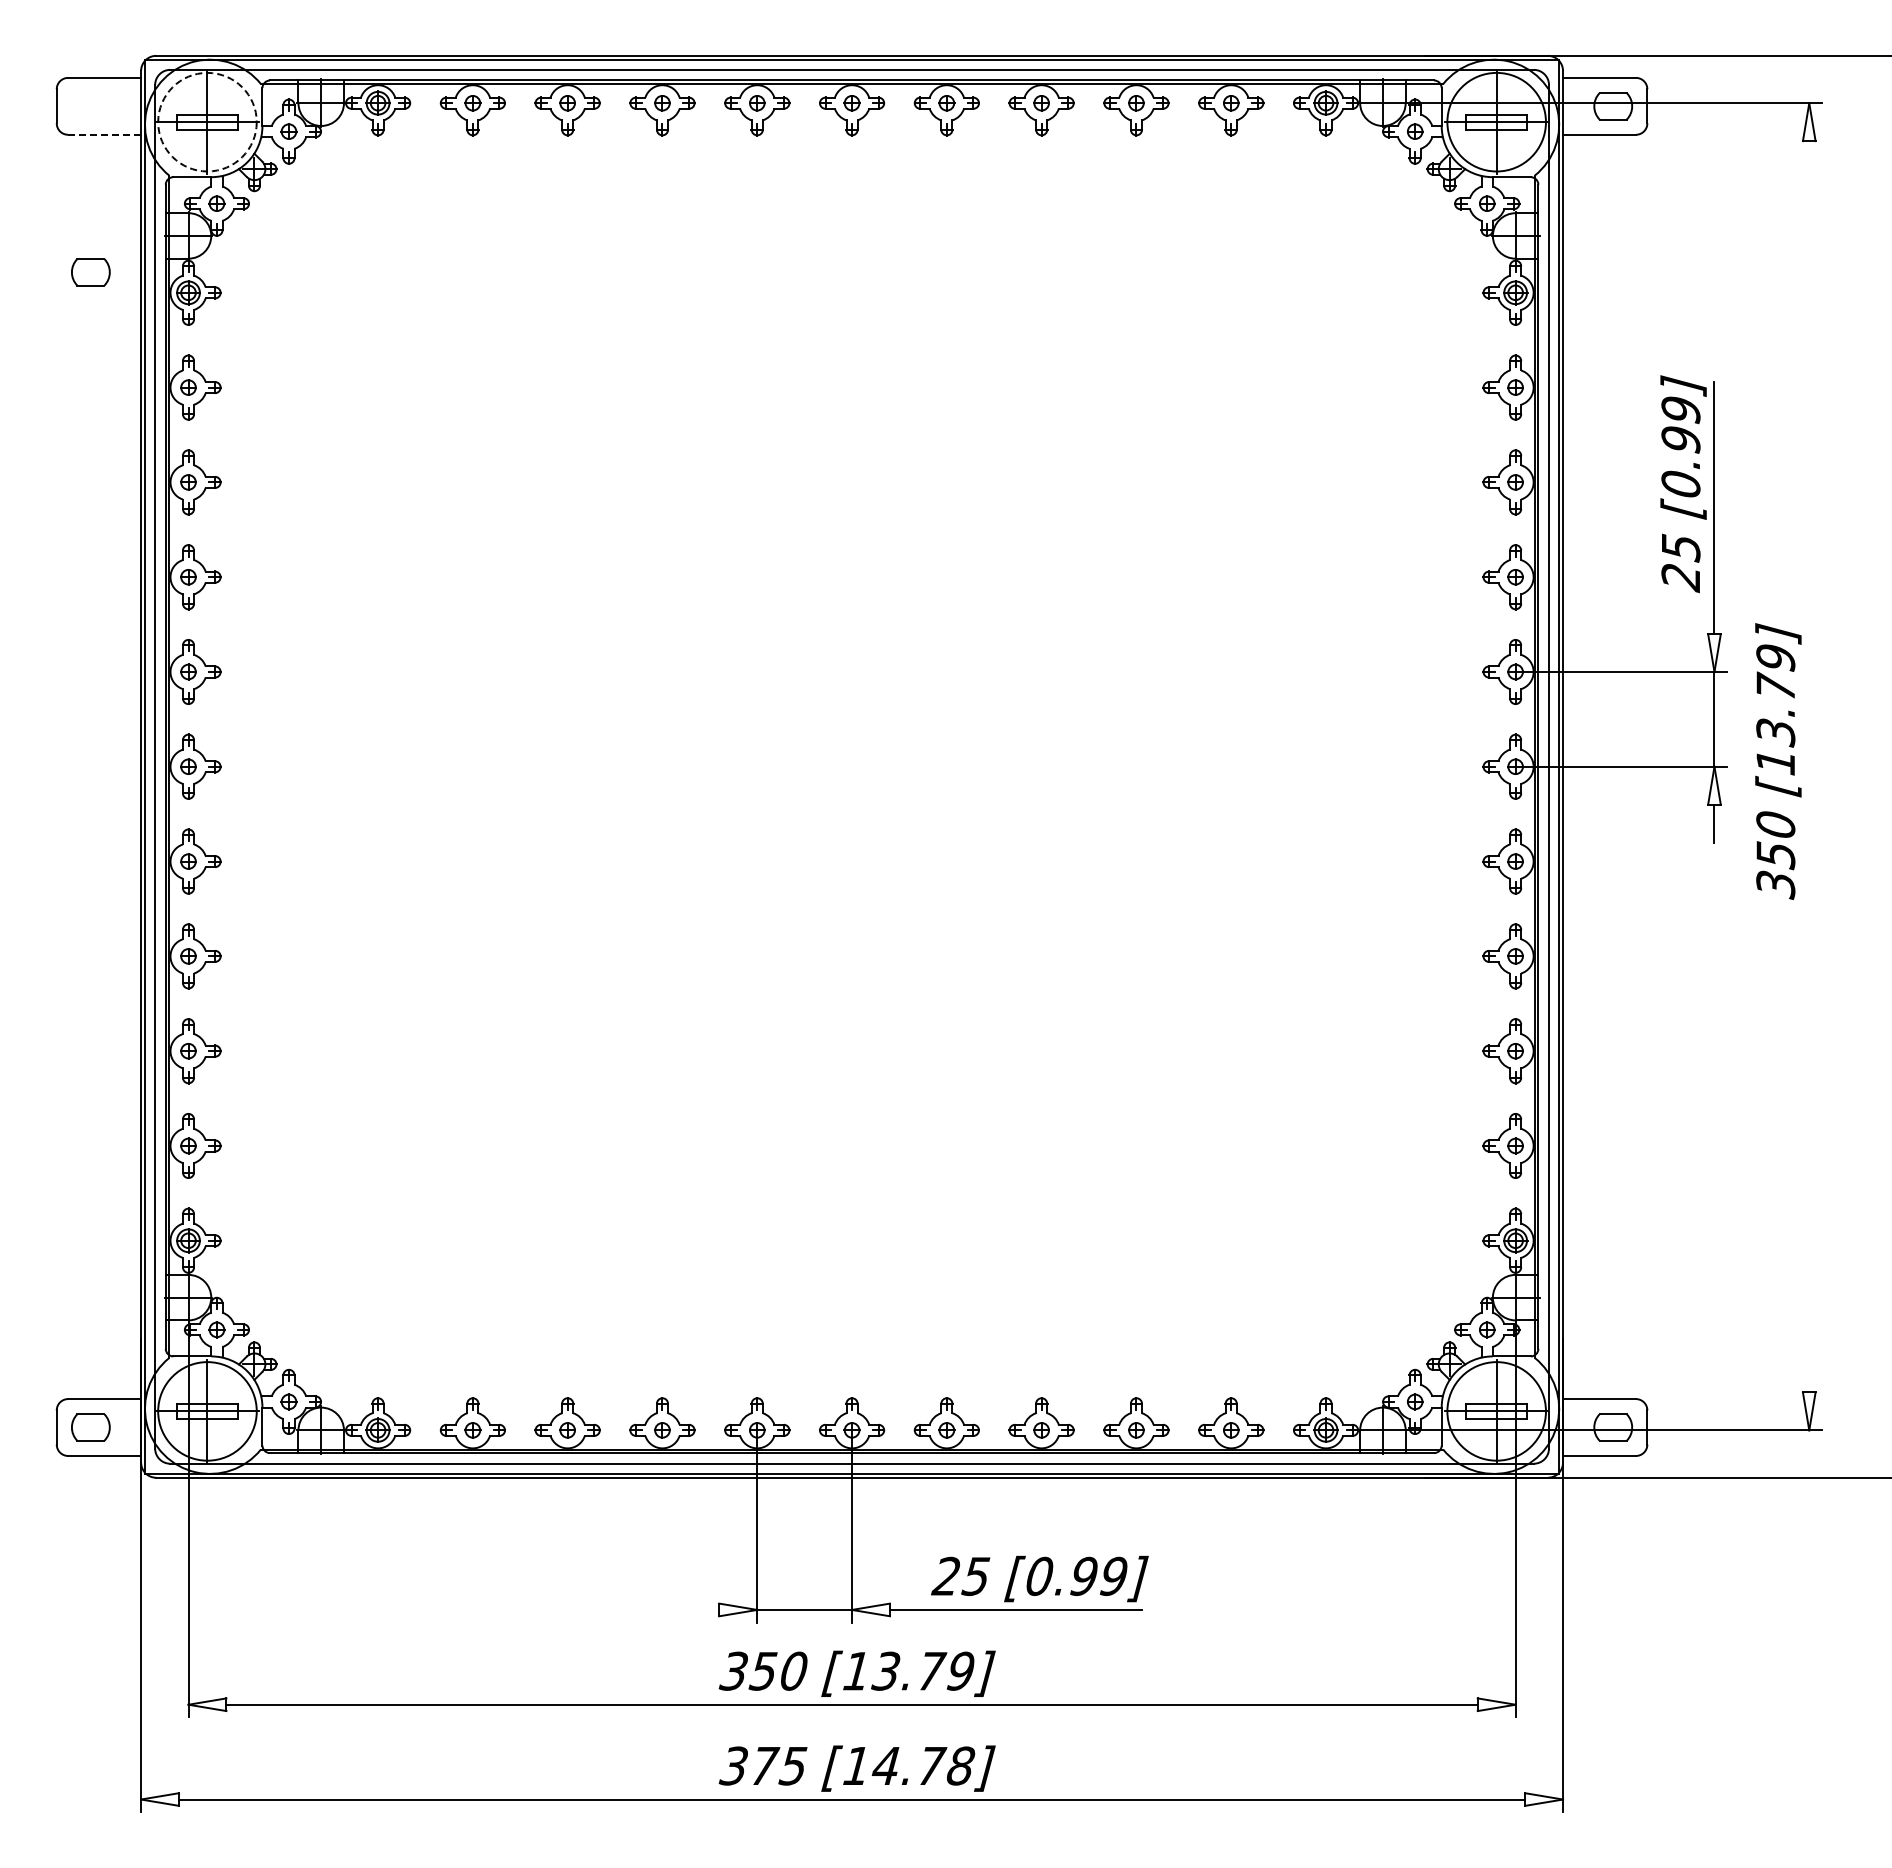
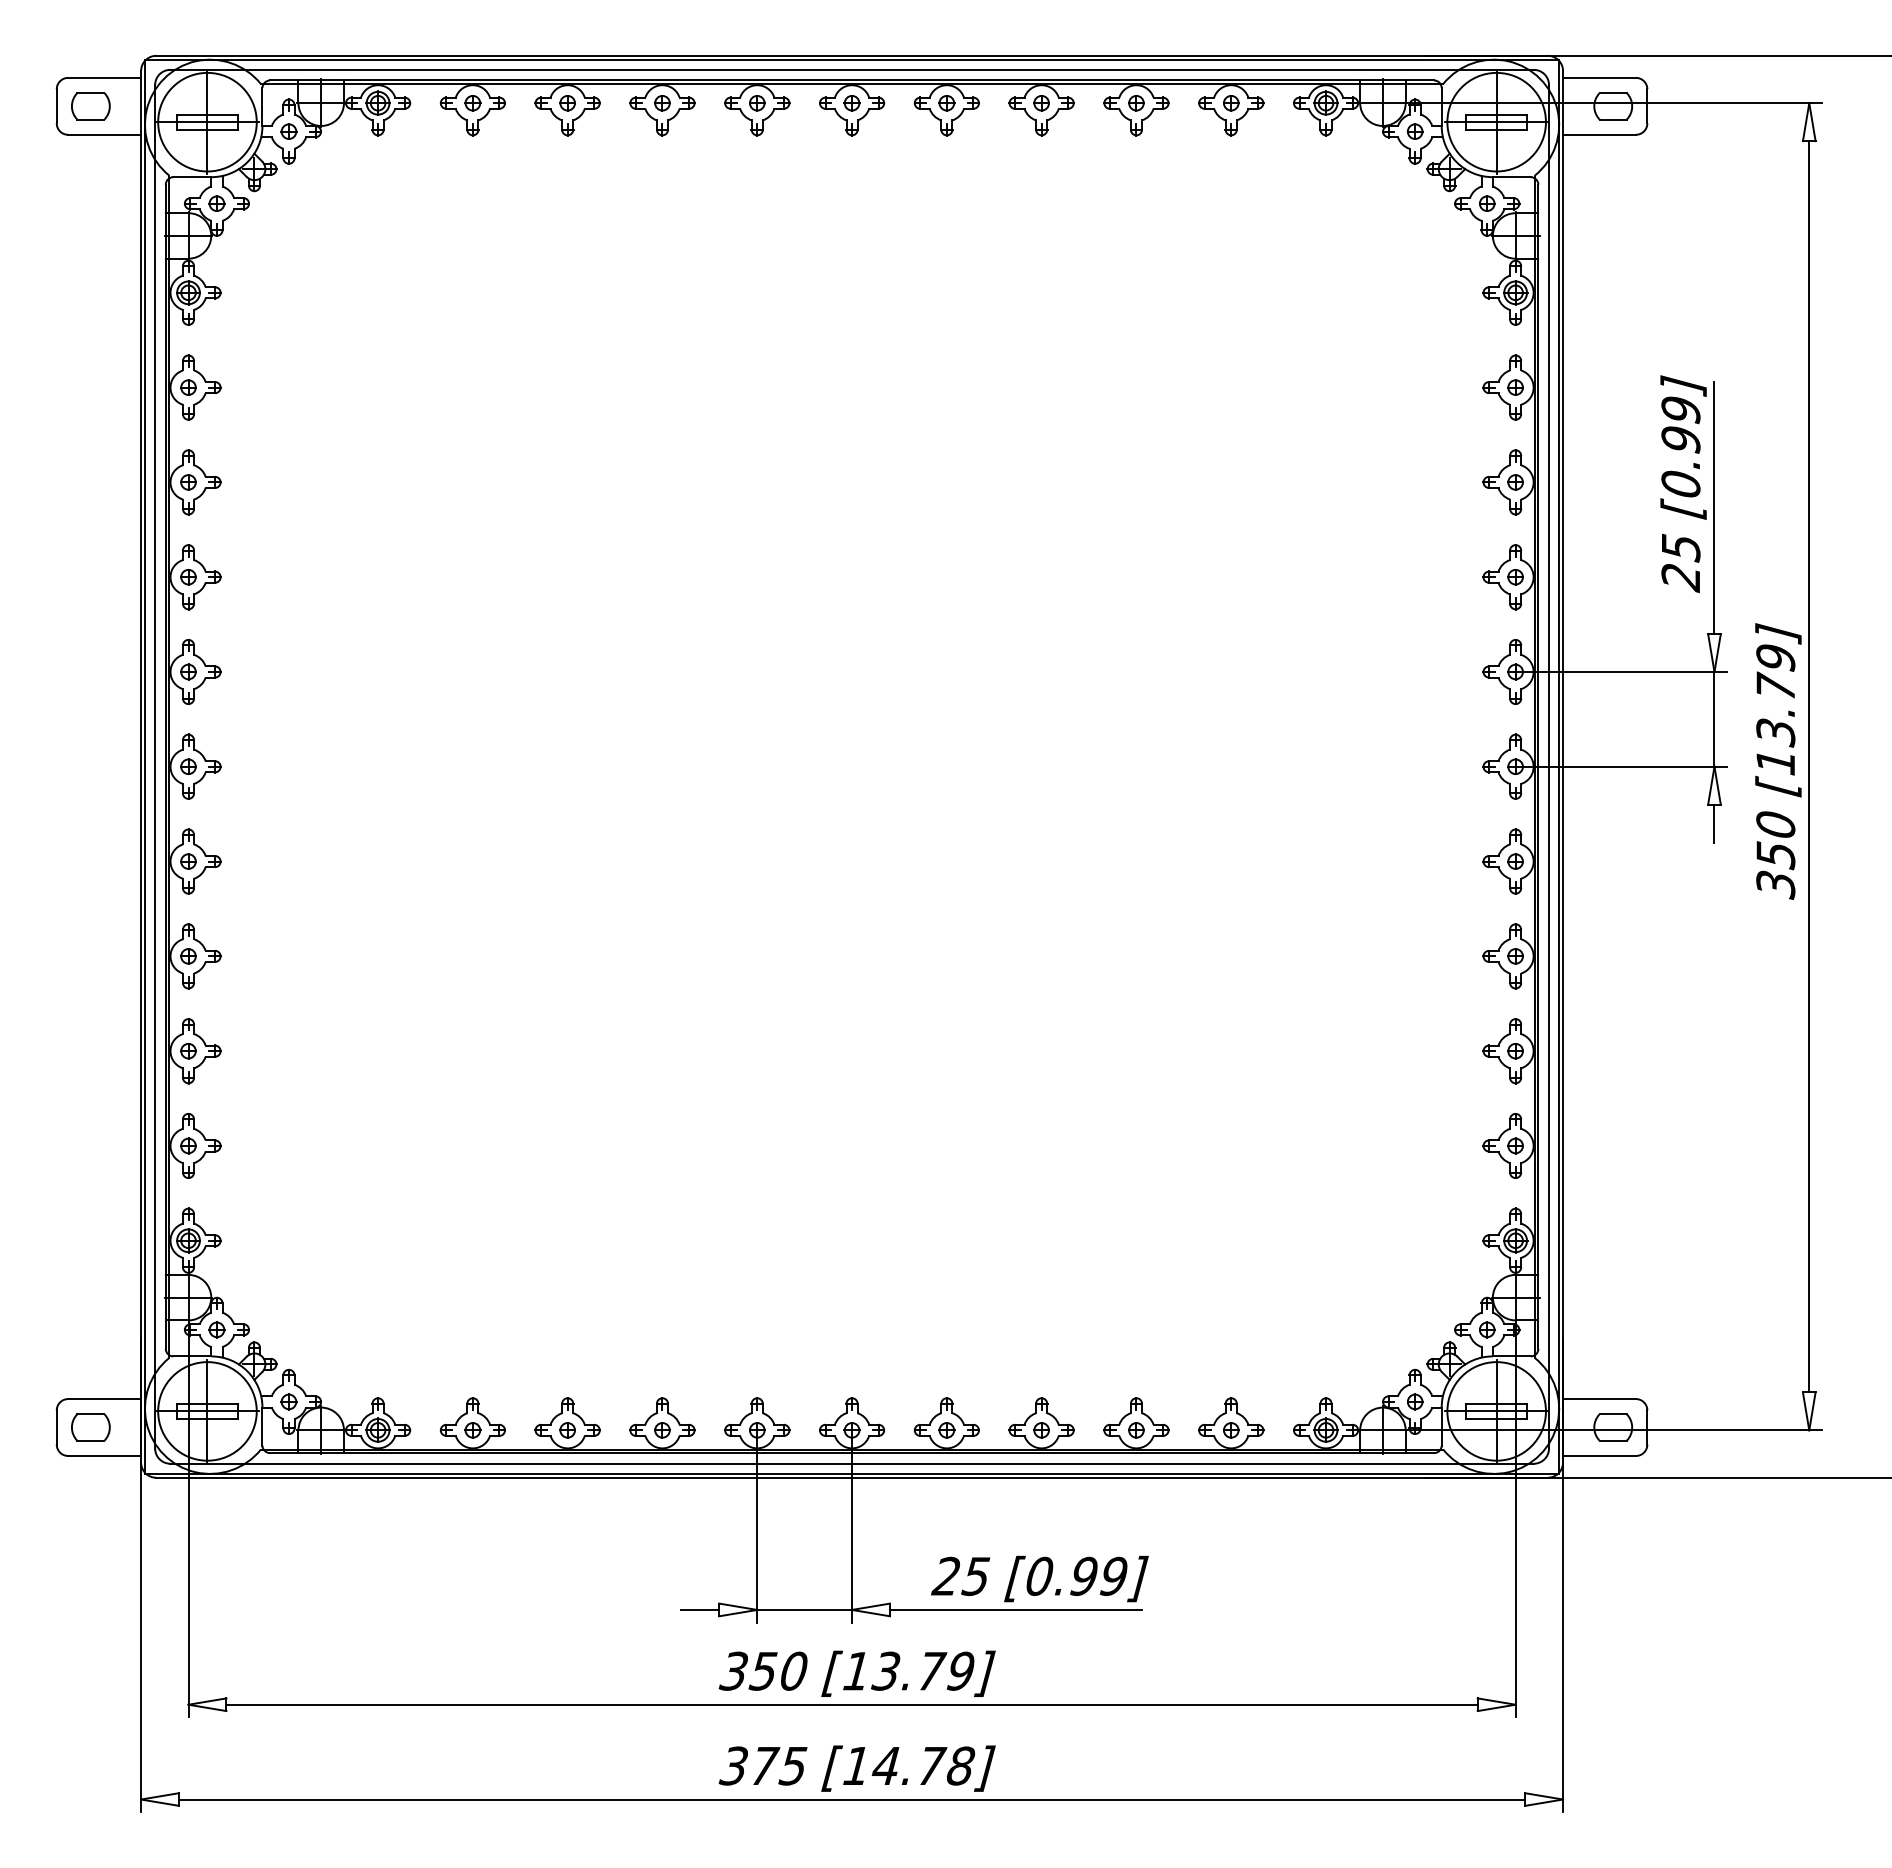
circle at (207, 121): dashed -> solid
line at (105, 134): dashed -> solid
part at (90, 272) position: (90, 272) -> (90, 106)
line at (1809, 766): none -> present
line at (700, 1609): none -> present
